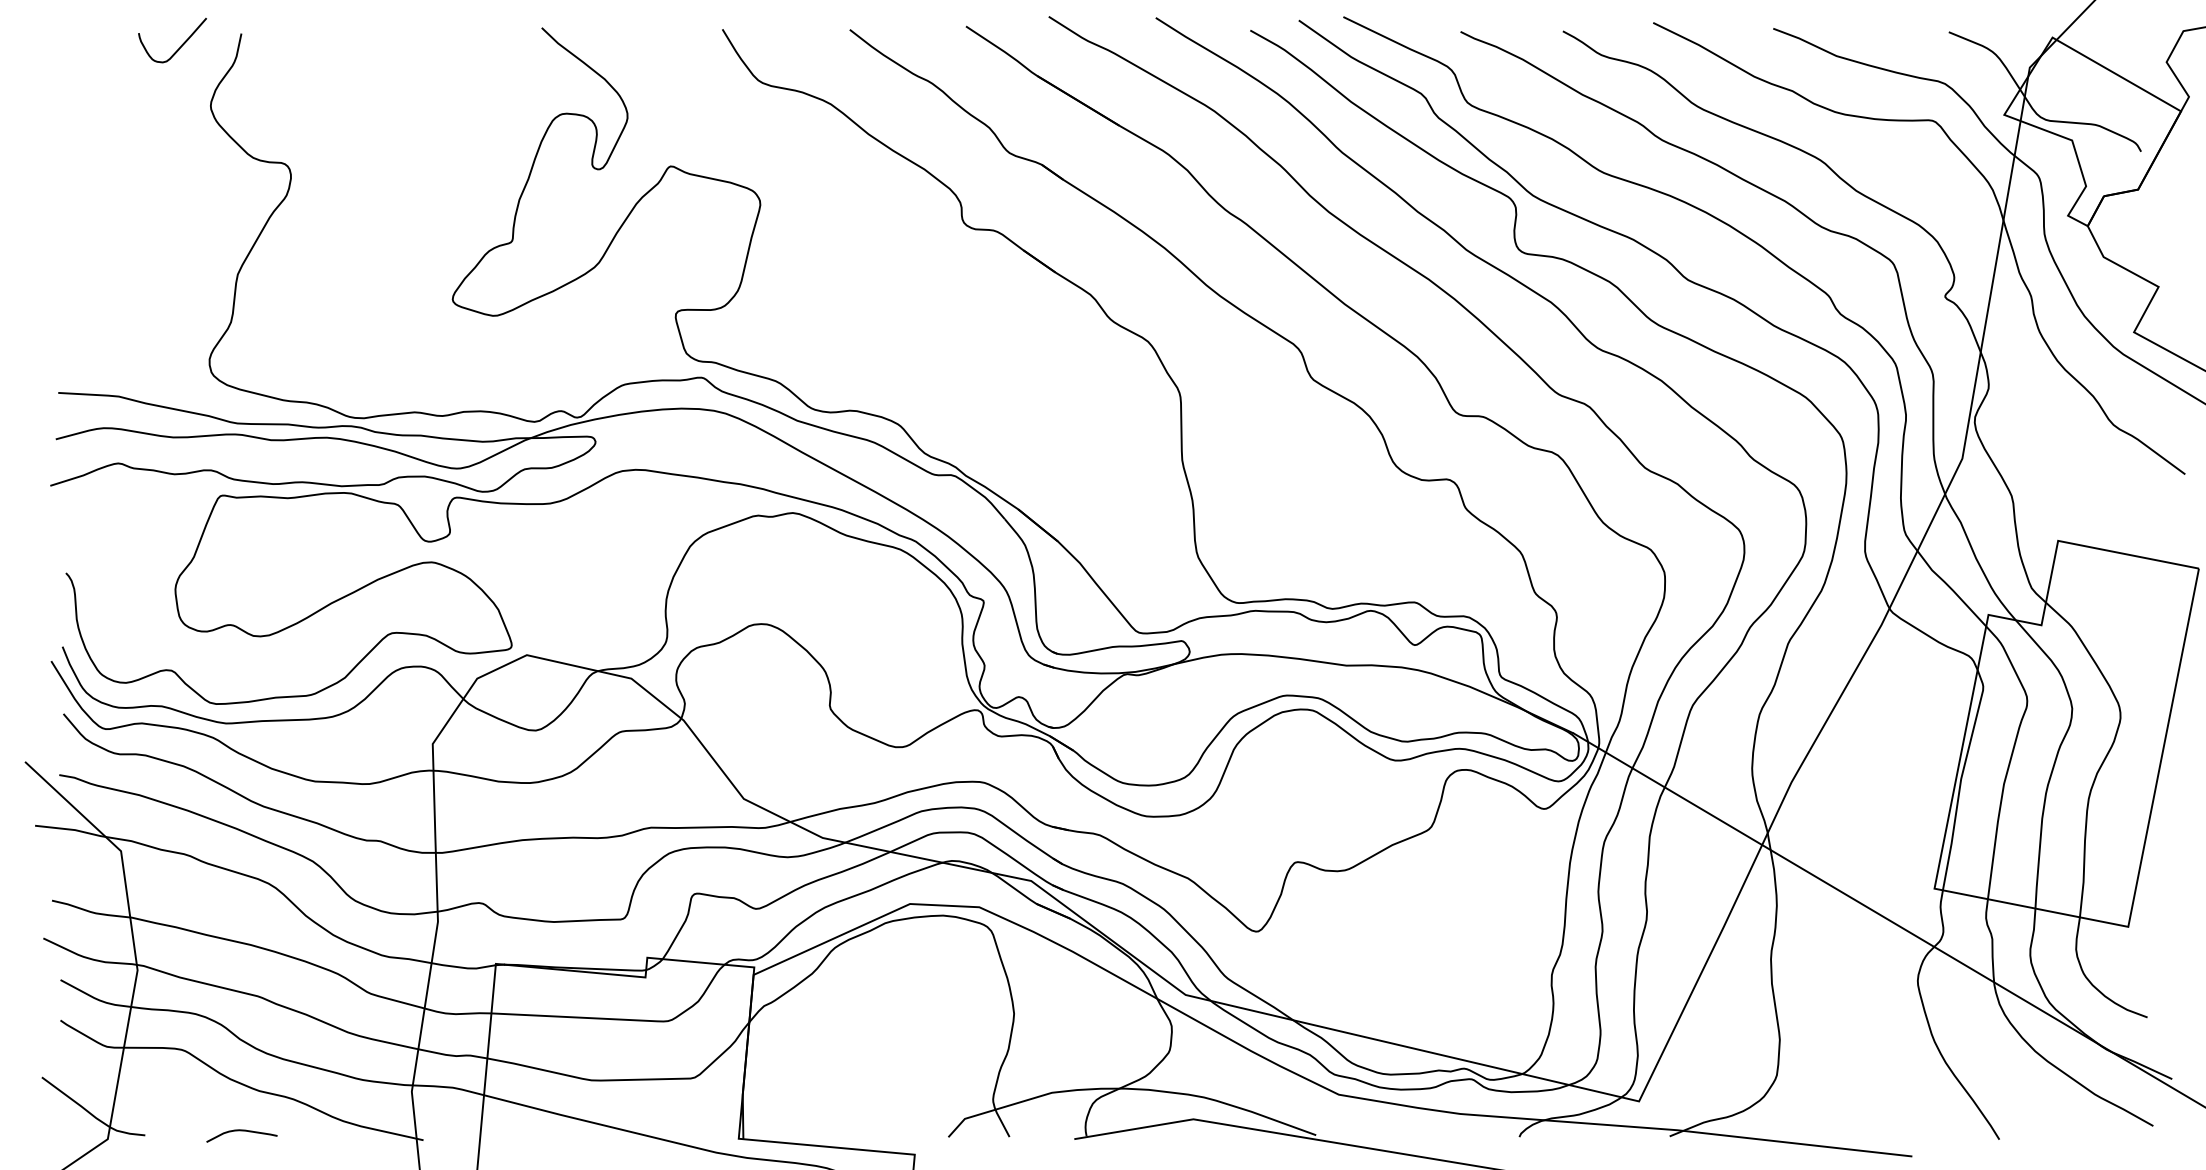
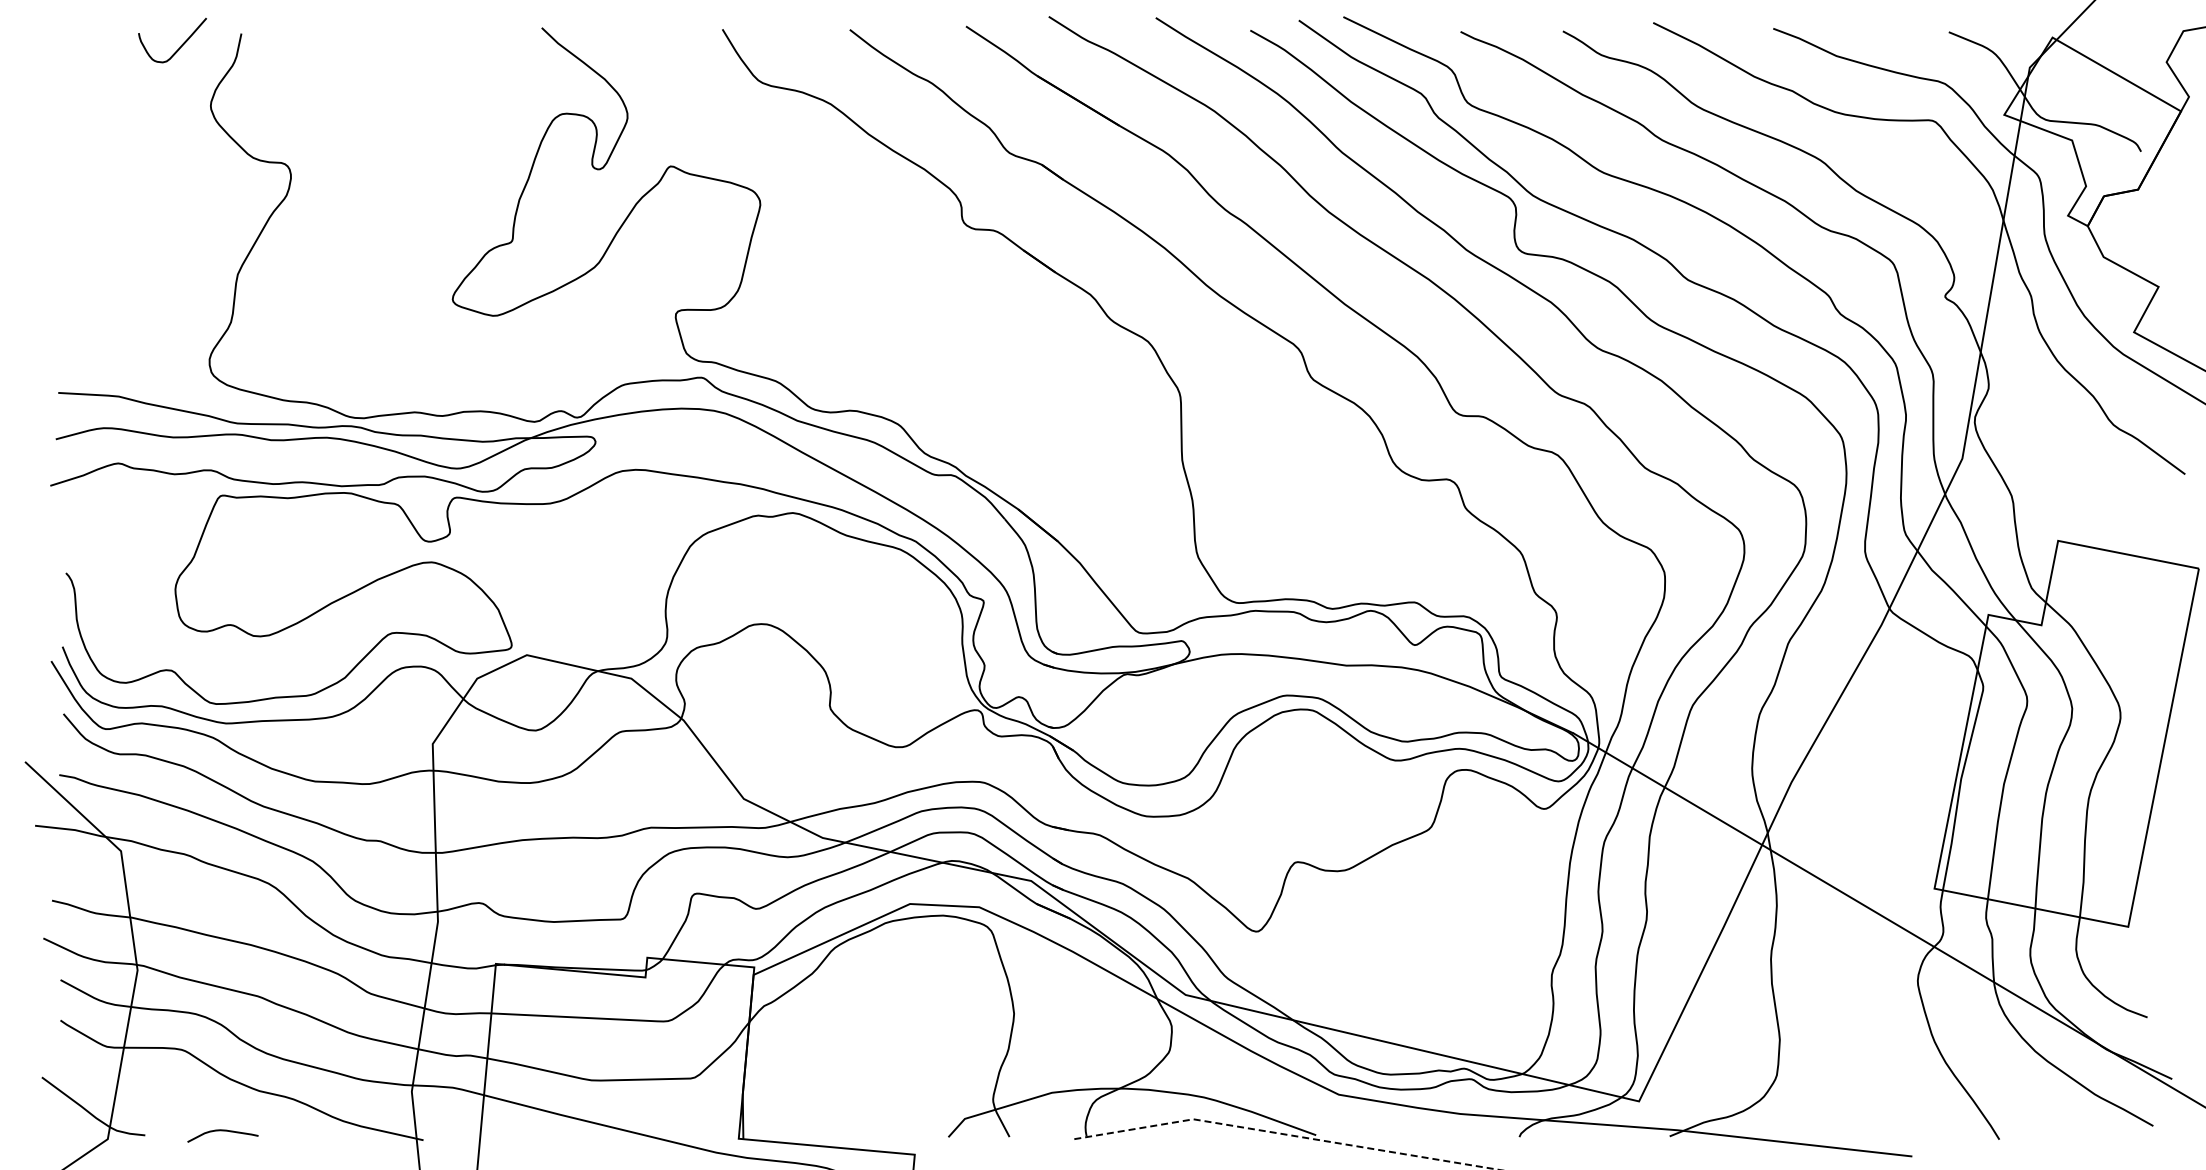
curve at (241, 1131) position: (241, 1131) -> (222, 1131)
line at (1286, 1134): solid -> dashed
